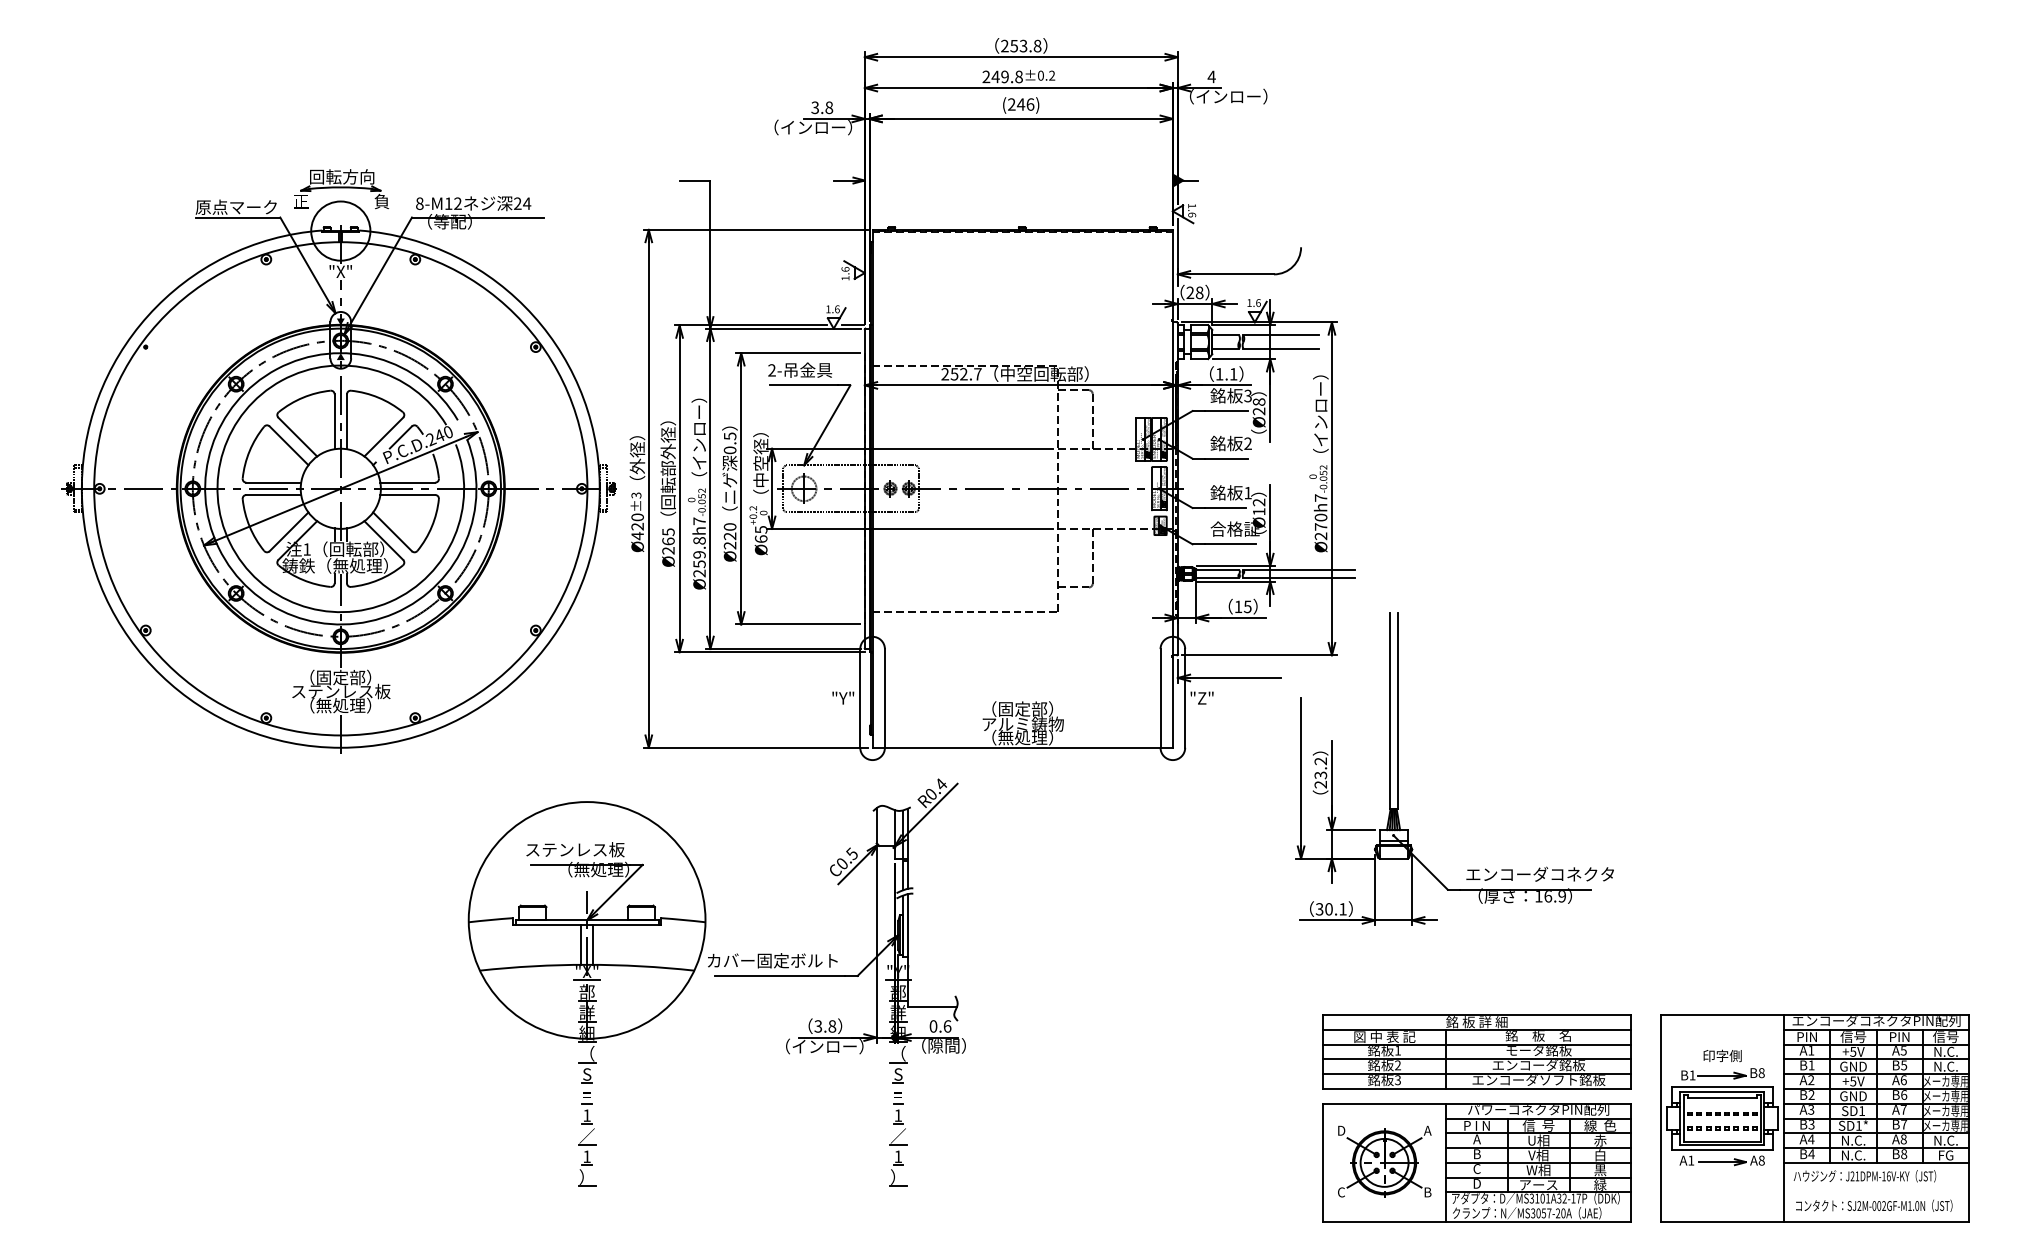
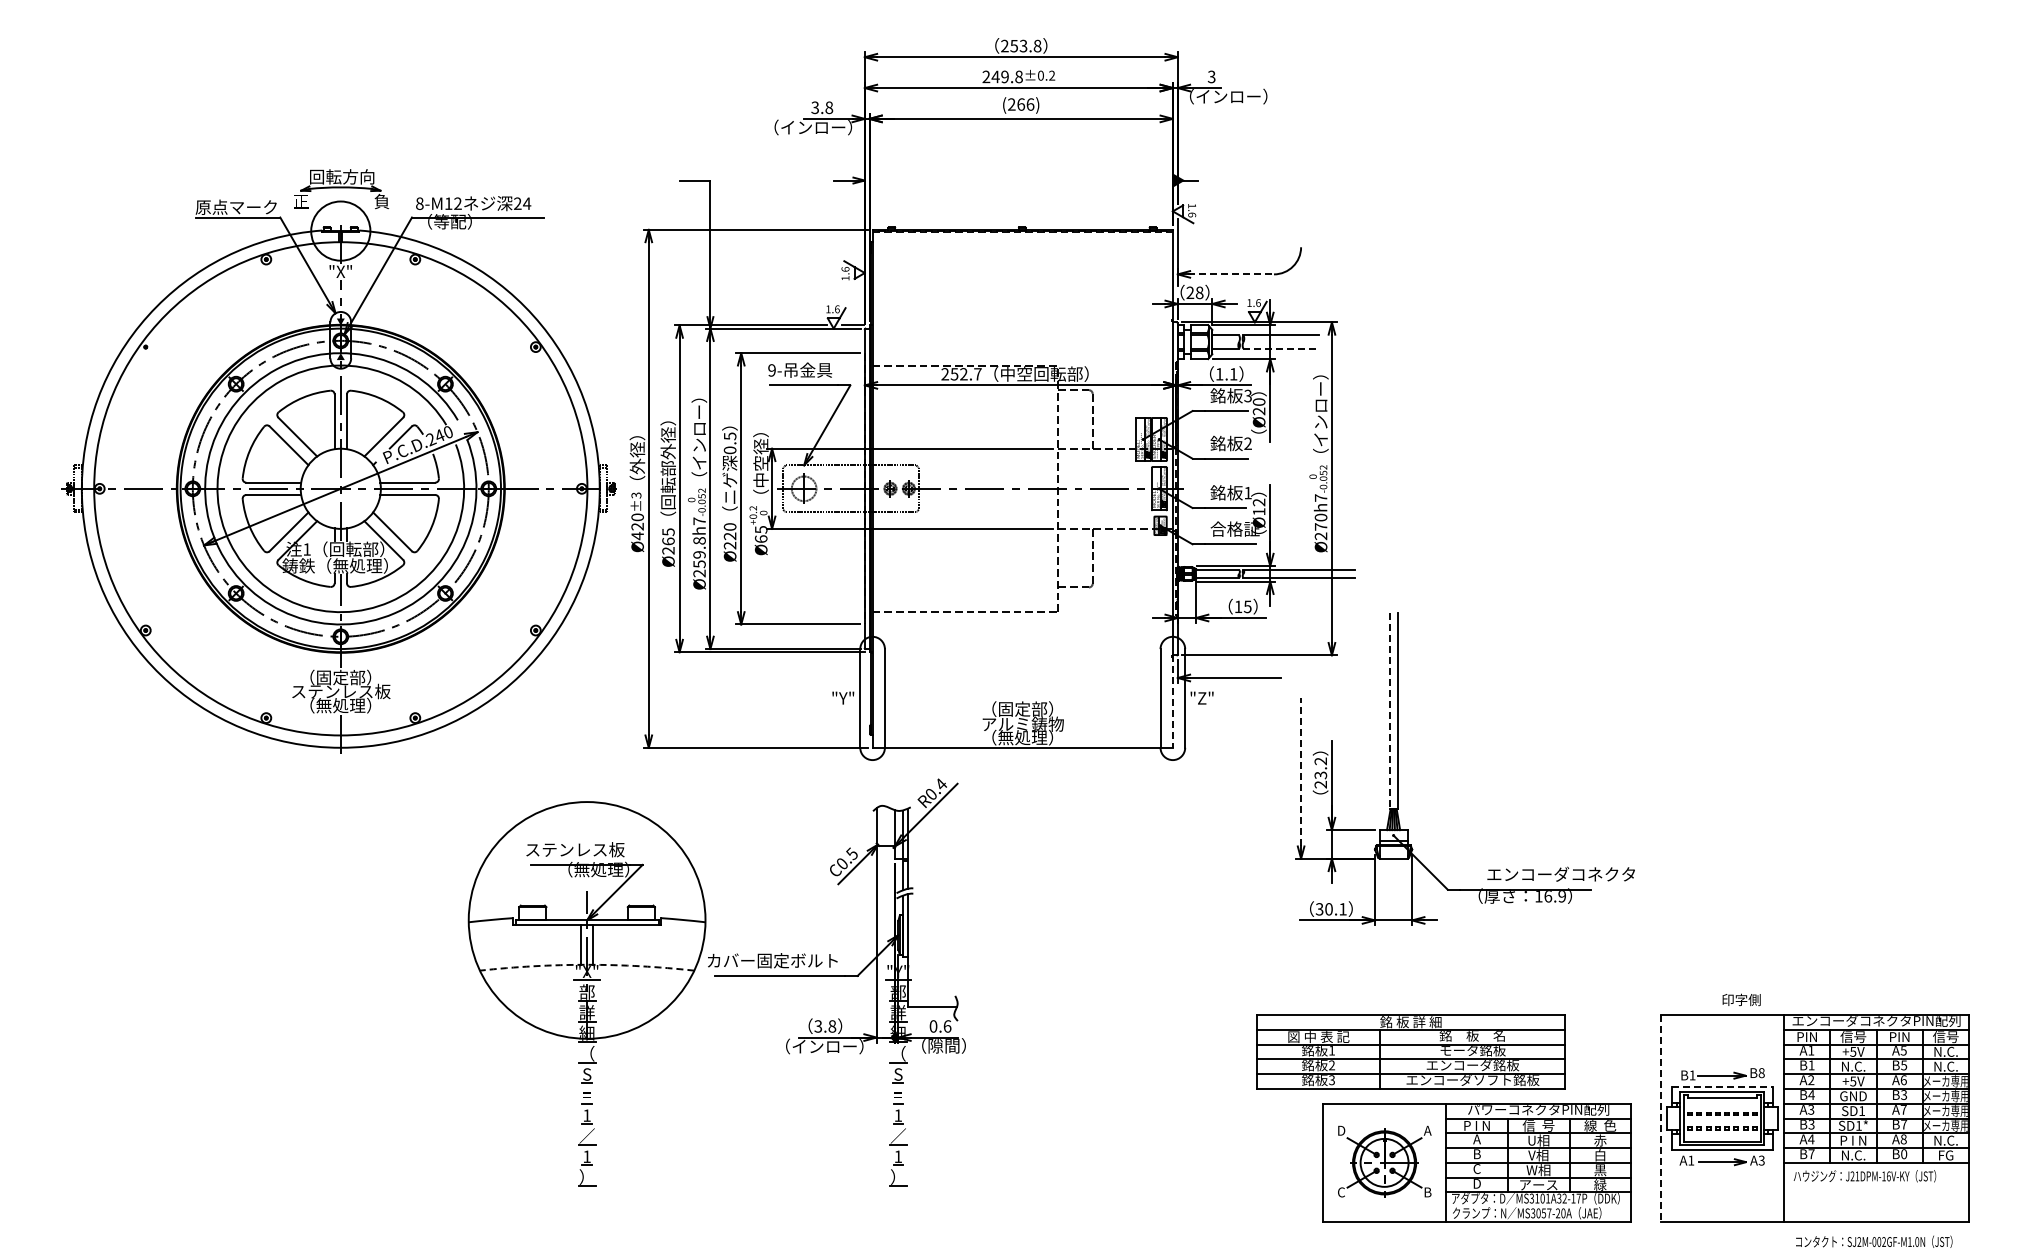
text at (1211, 76): 4 -> 3
text at (1020, 104): (246) -> (266)
line at (1231, 274): solid -> dashed
line at (1281, 348): solid -> dashed
text at (771, 370): 2- -> 9-
text at (1259, 401): Ø28 -> Ø20
line at (1172, 702): solid -> dashed
line at (1389, 711): solid -> dashed
line at (1301, 771): solid -> dashed
text at (1539, 873) position: (1539, 873) -> (1560, 873)
arc at (587, 964): solid -> dashed
part at (1476, 1051) position: (1476, 1051) -> (1410, 1051)
text at (1722, 1055) position: (1722, 1055) -> (1741, 999)
text at (1853, 1066): GND -> N.C.
line at (1722, 1087): solid -> dashed
text at (1811, 1094): B2 -> B4
text at (1904, 1094): B6 -> B3
line at (1660, 1118): solid -> dashed
text at (1853, 1140): N.C. -> P I N
text at (1811, 1154): B4 -> B7
text at (1904, 1154): B8 -> B0
text at (1761, 1160): A8 -> A3
text at (1874, 1205) position: (1874, 1205) -> (1874, 1241)
